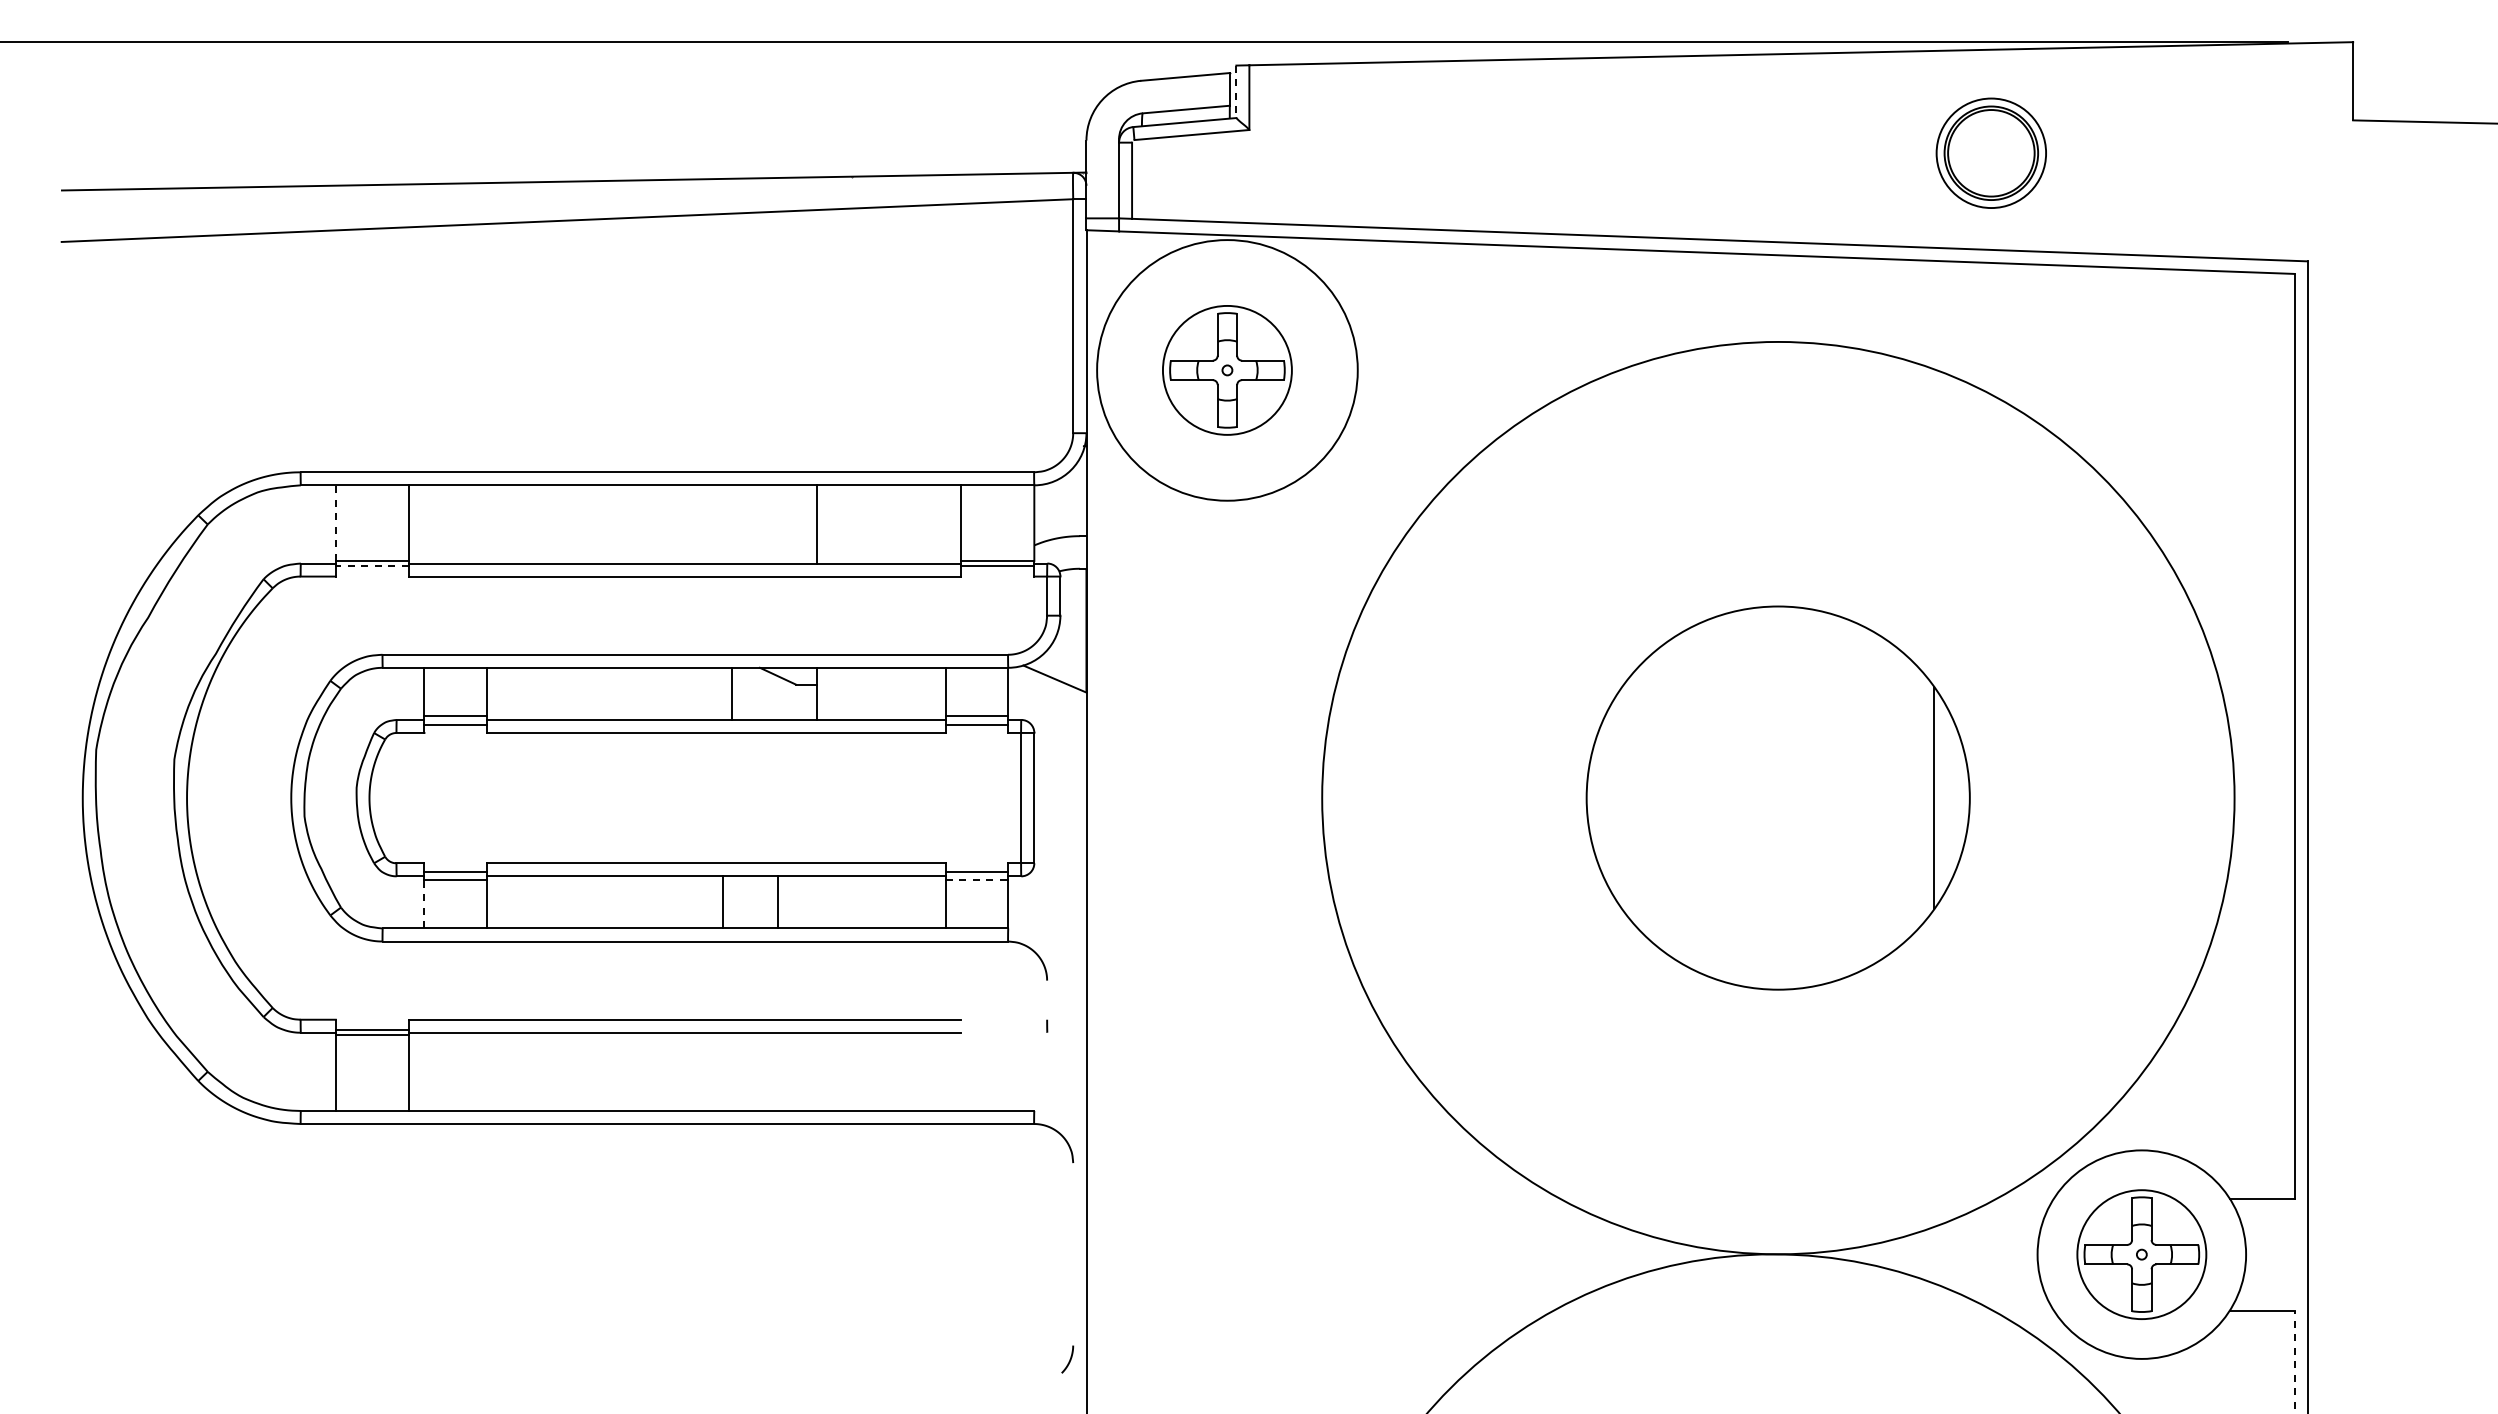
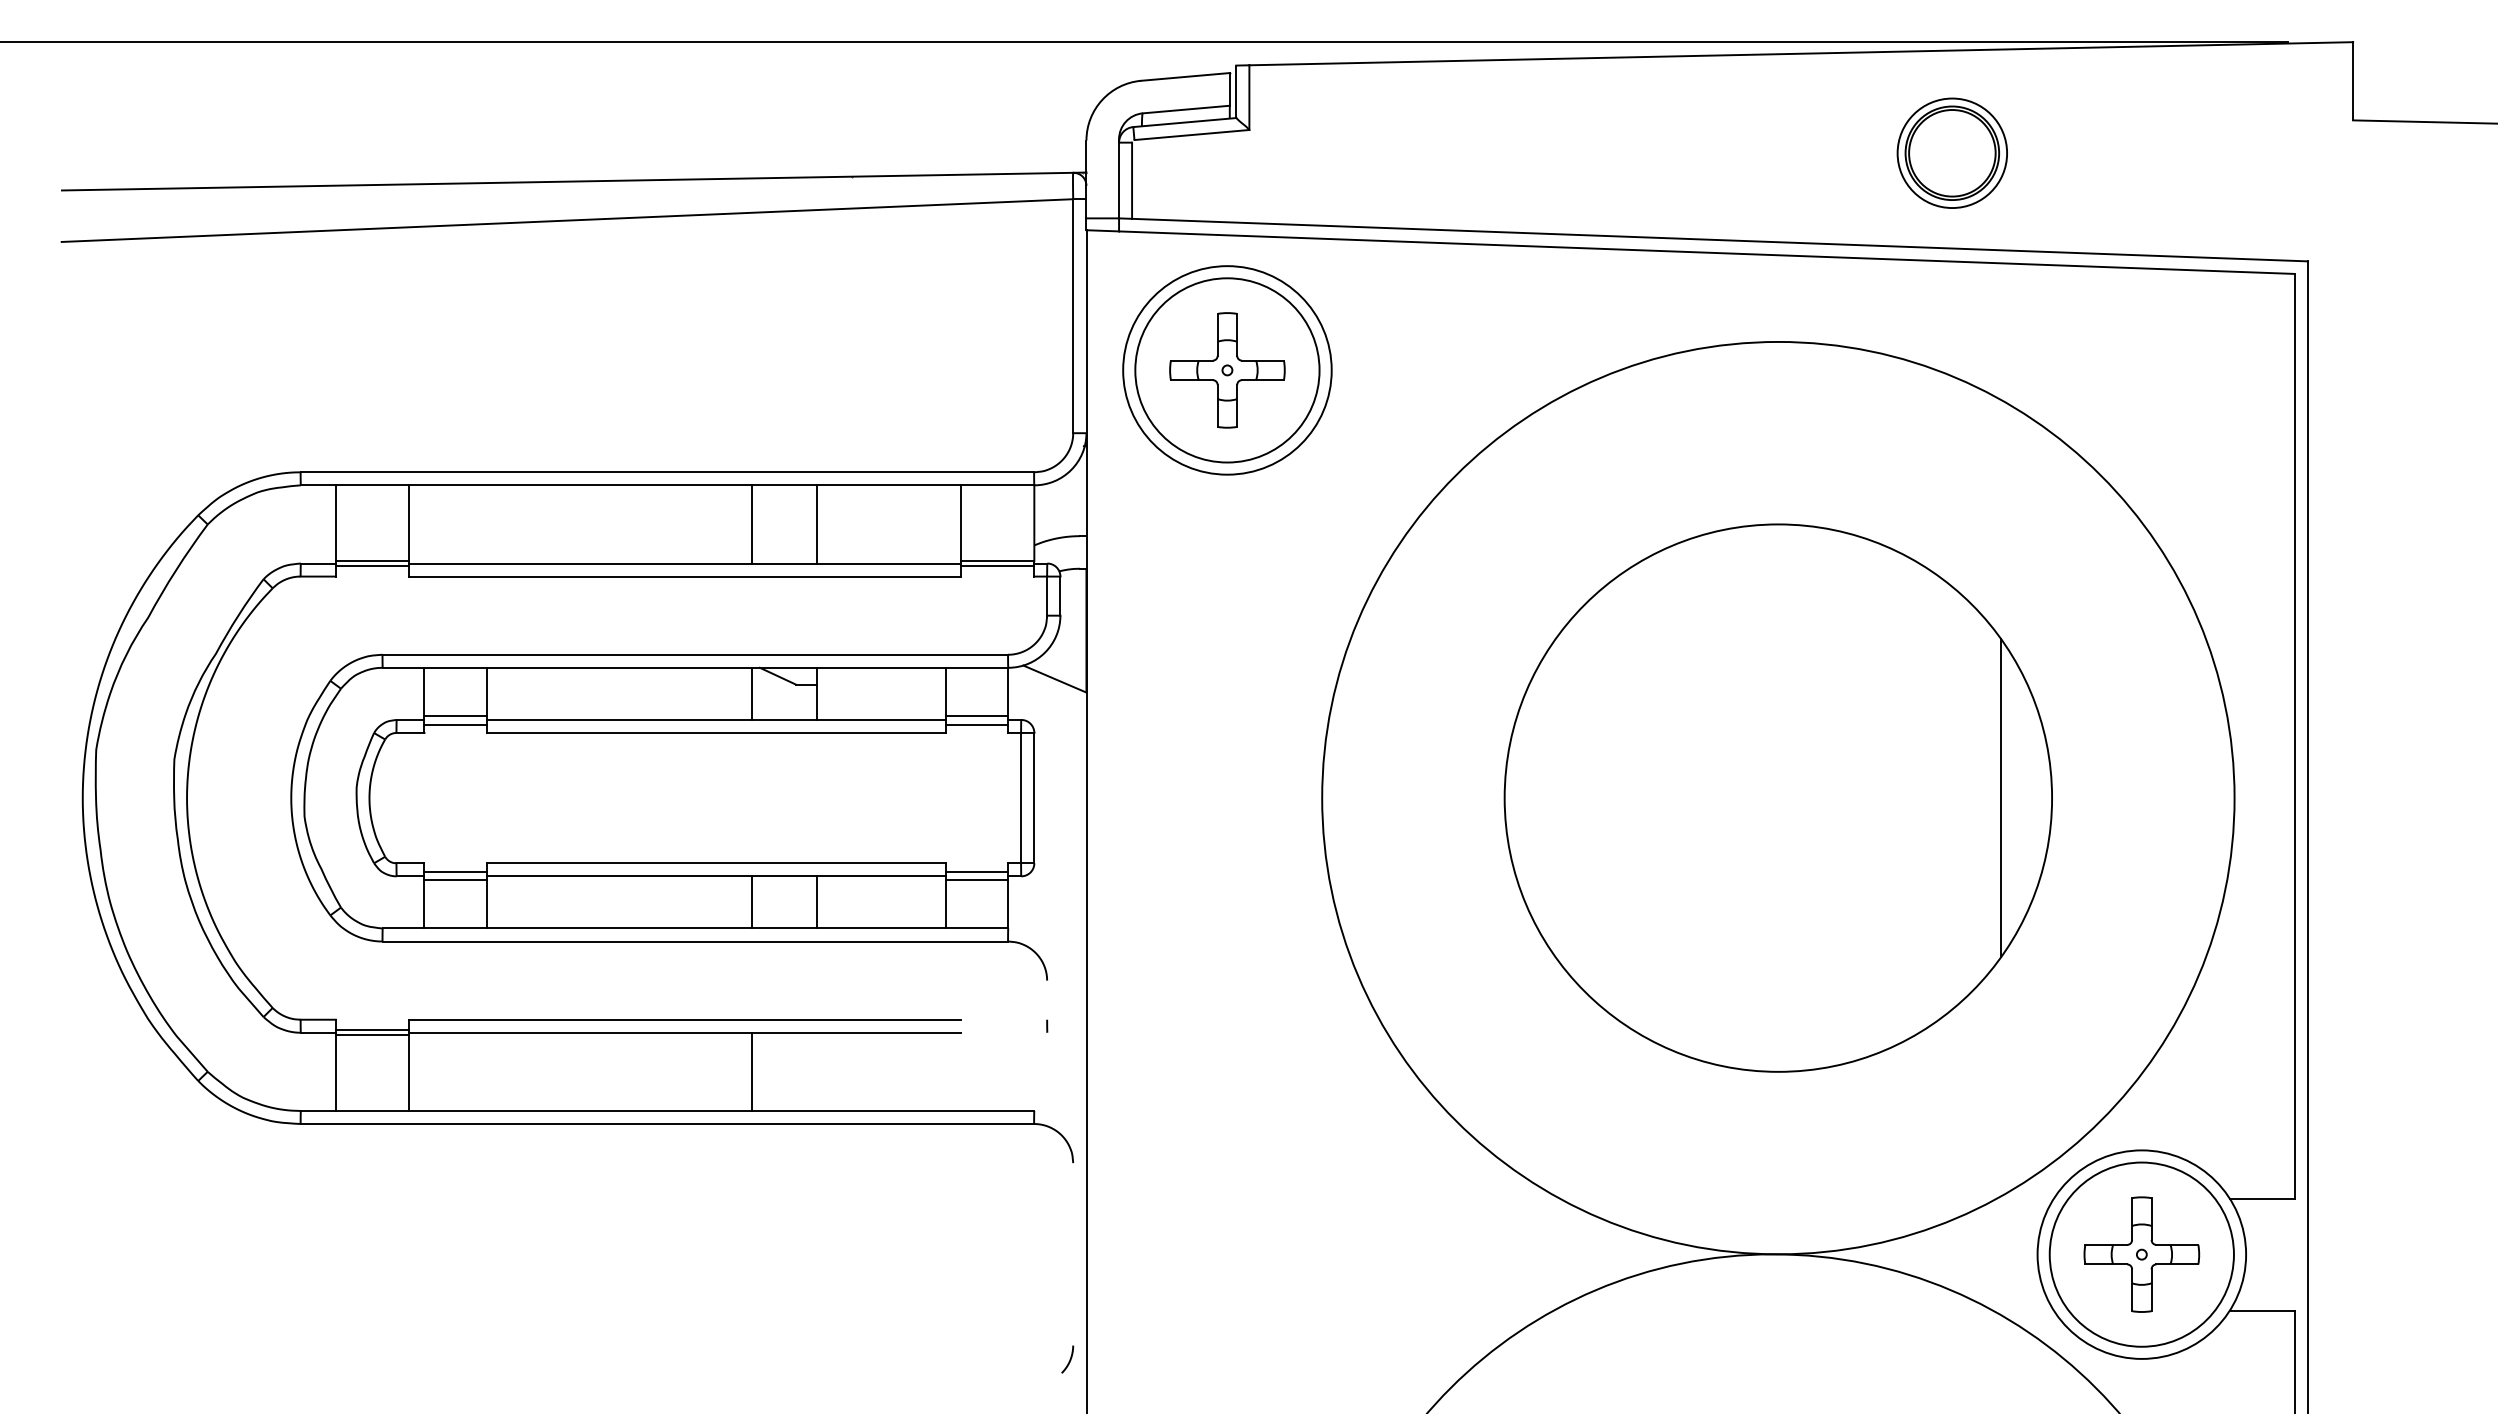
line at (1236, 92): dashed -> solid
part at (1990, 152) position: (1990, 152) -> (1951, 152)
circle at (1226, 369) diameter: 129 px -> 184 px
circle at (1227, 370) diameter: 261 px -> 209 px
line at (335, 523): dashed -> solid
line at (751, 524): none -> present
line at (371, 566): dashed -> solid
line at (731, 693) position: (731, 693) -> (751, 693)
part at (1777, 797) size: 386x386 px -> 550x550 px
line at (977, 879): dashed -> solid
line at (722, 902) position: (722, 902) -> (751, 902)
line at (777, 902) position: (777, 902) -> (816, 902)
line at (424, 903): dashed -> solid
line at (751, 1071): none -> present
circle at (2141, 1254) diameter: 129 px -> 184 px
line at (2294, 1361): dashed -> solid
